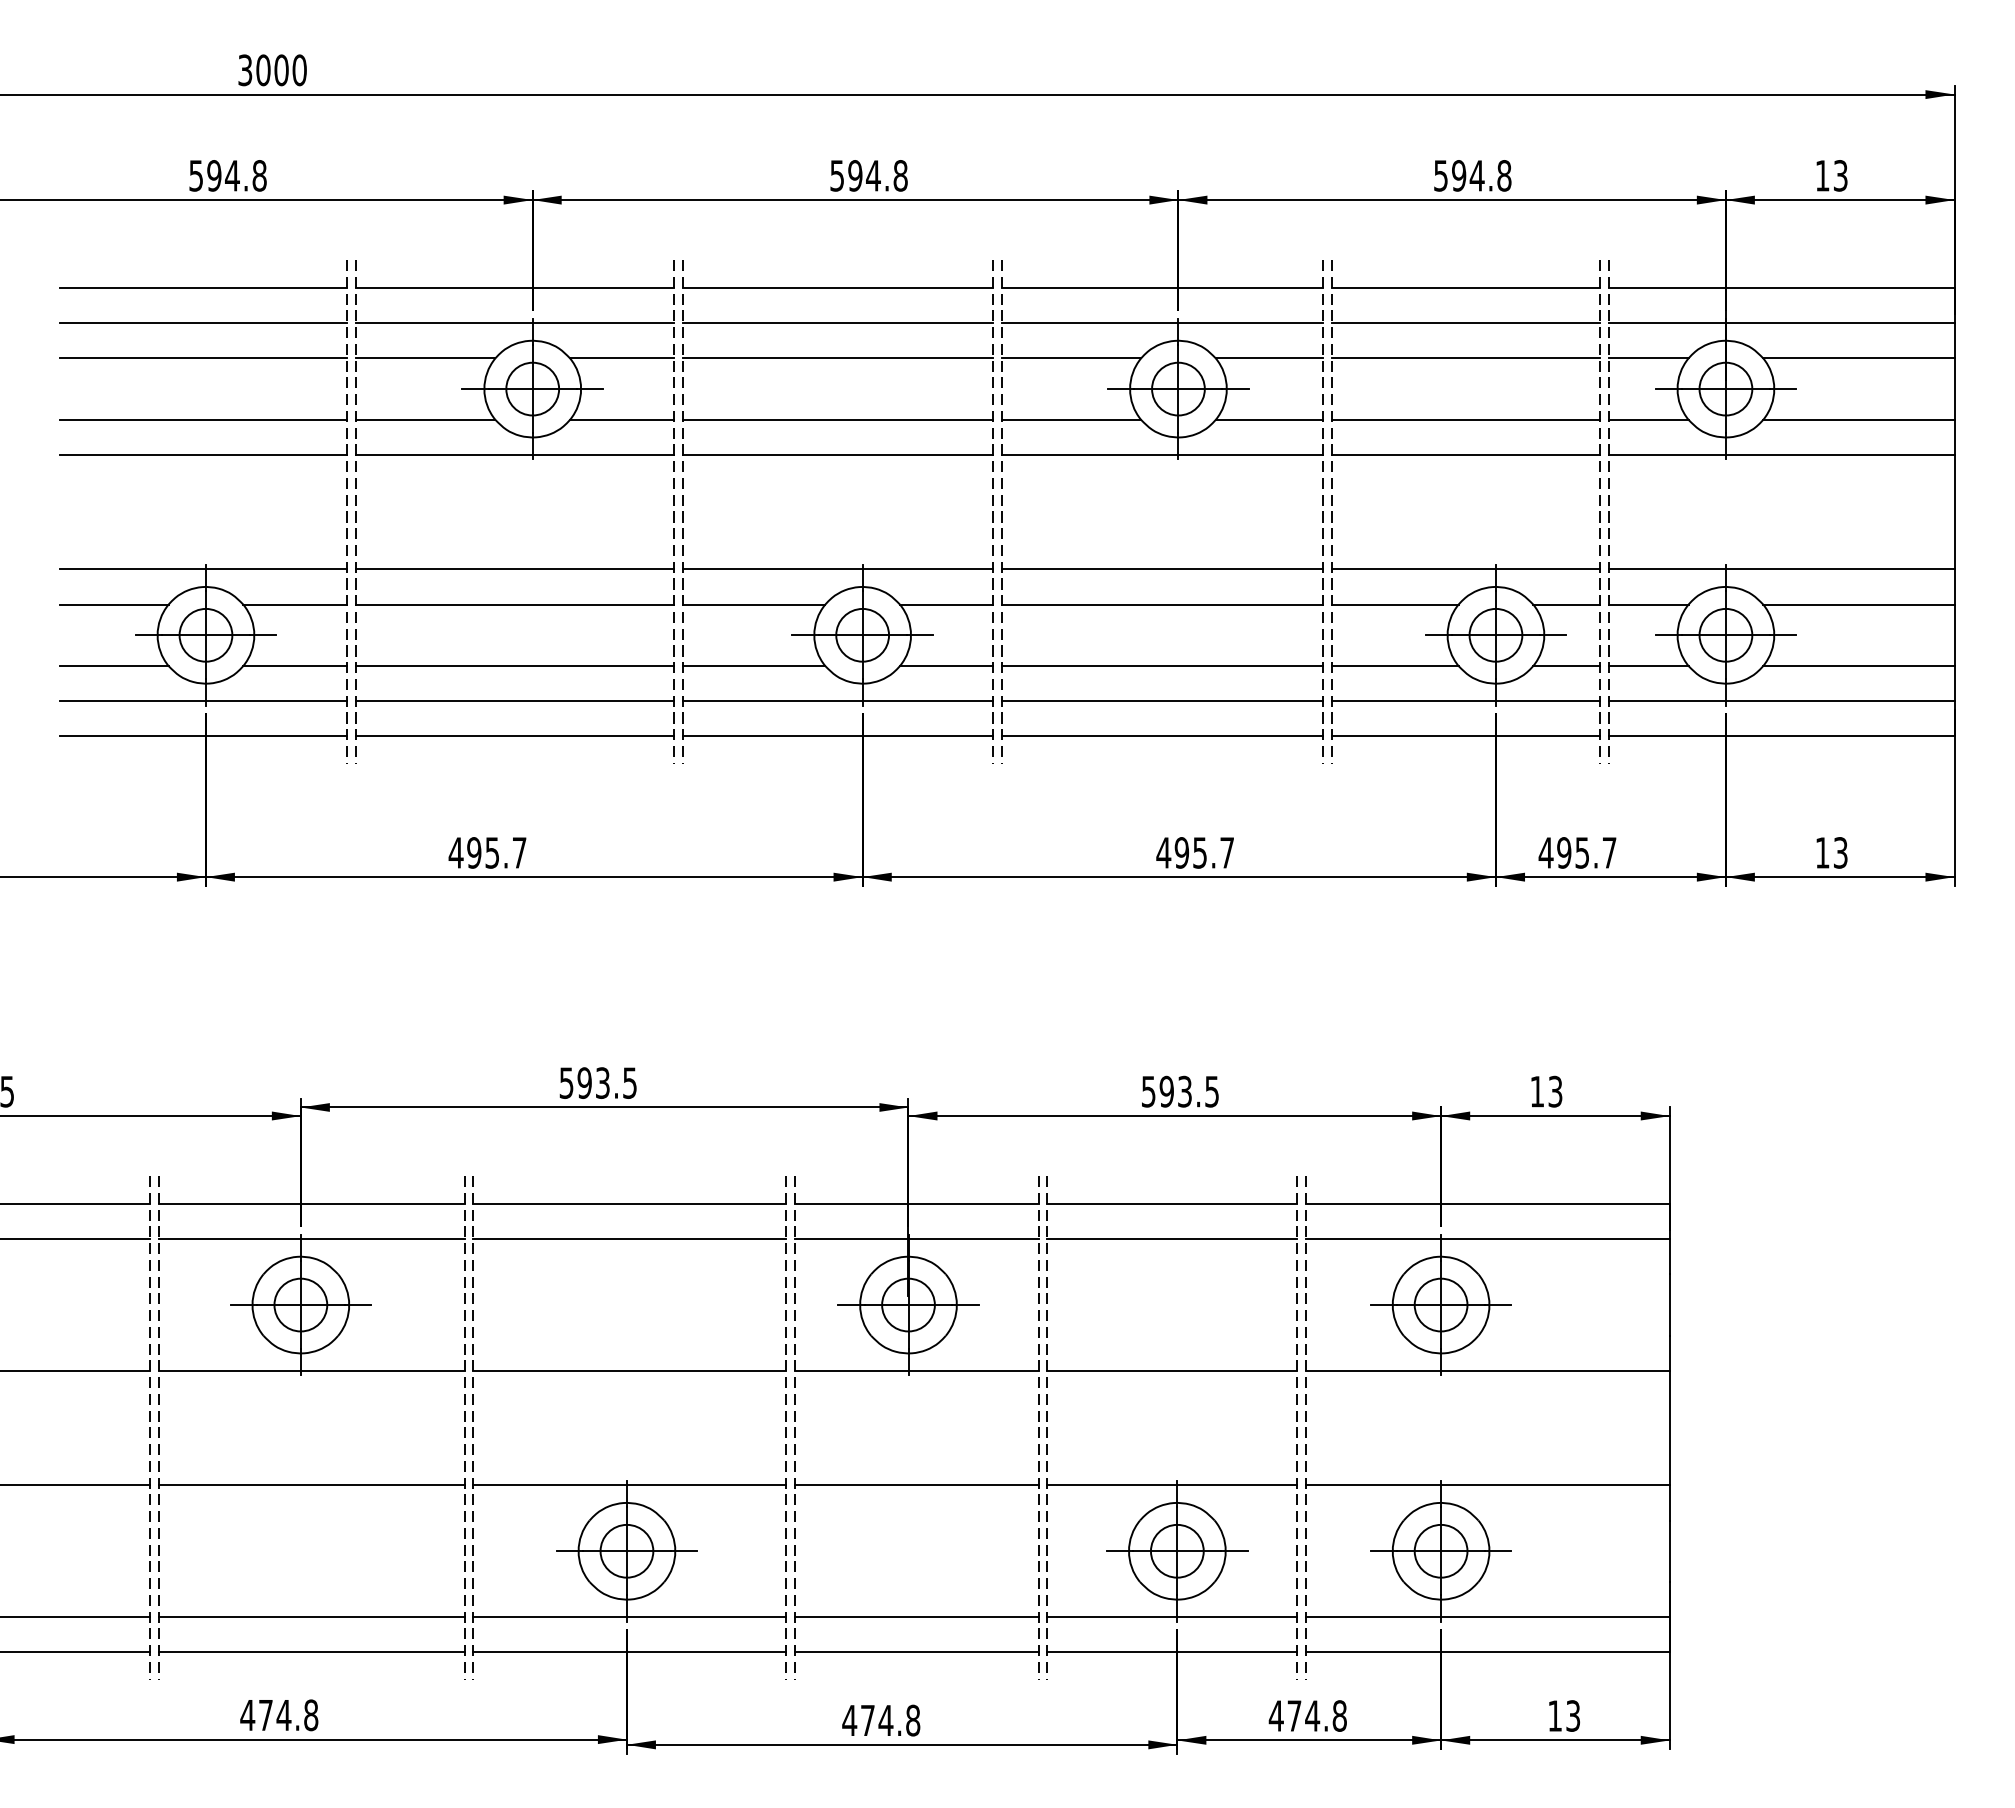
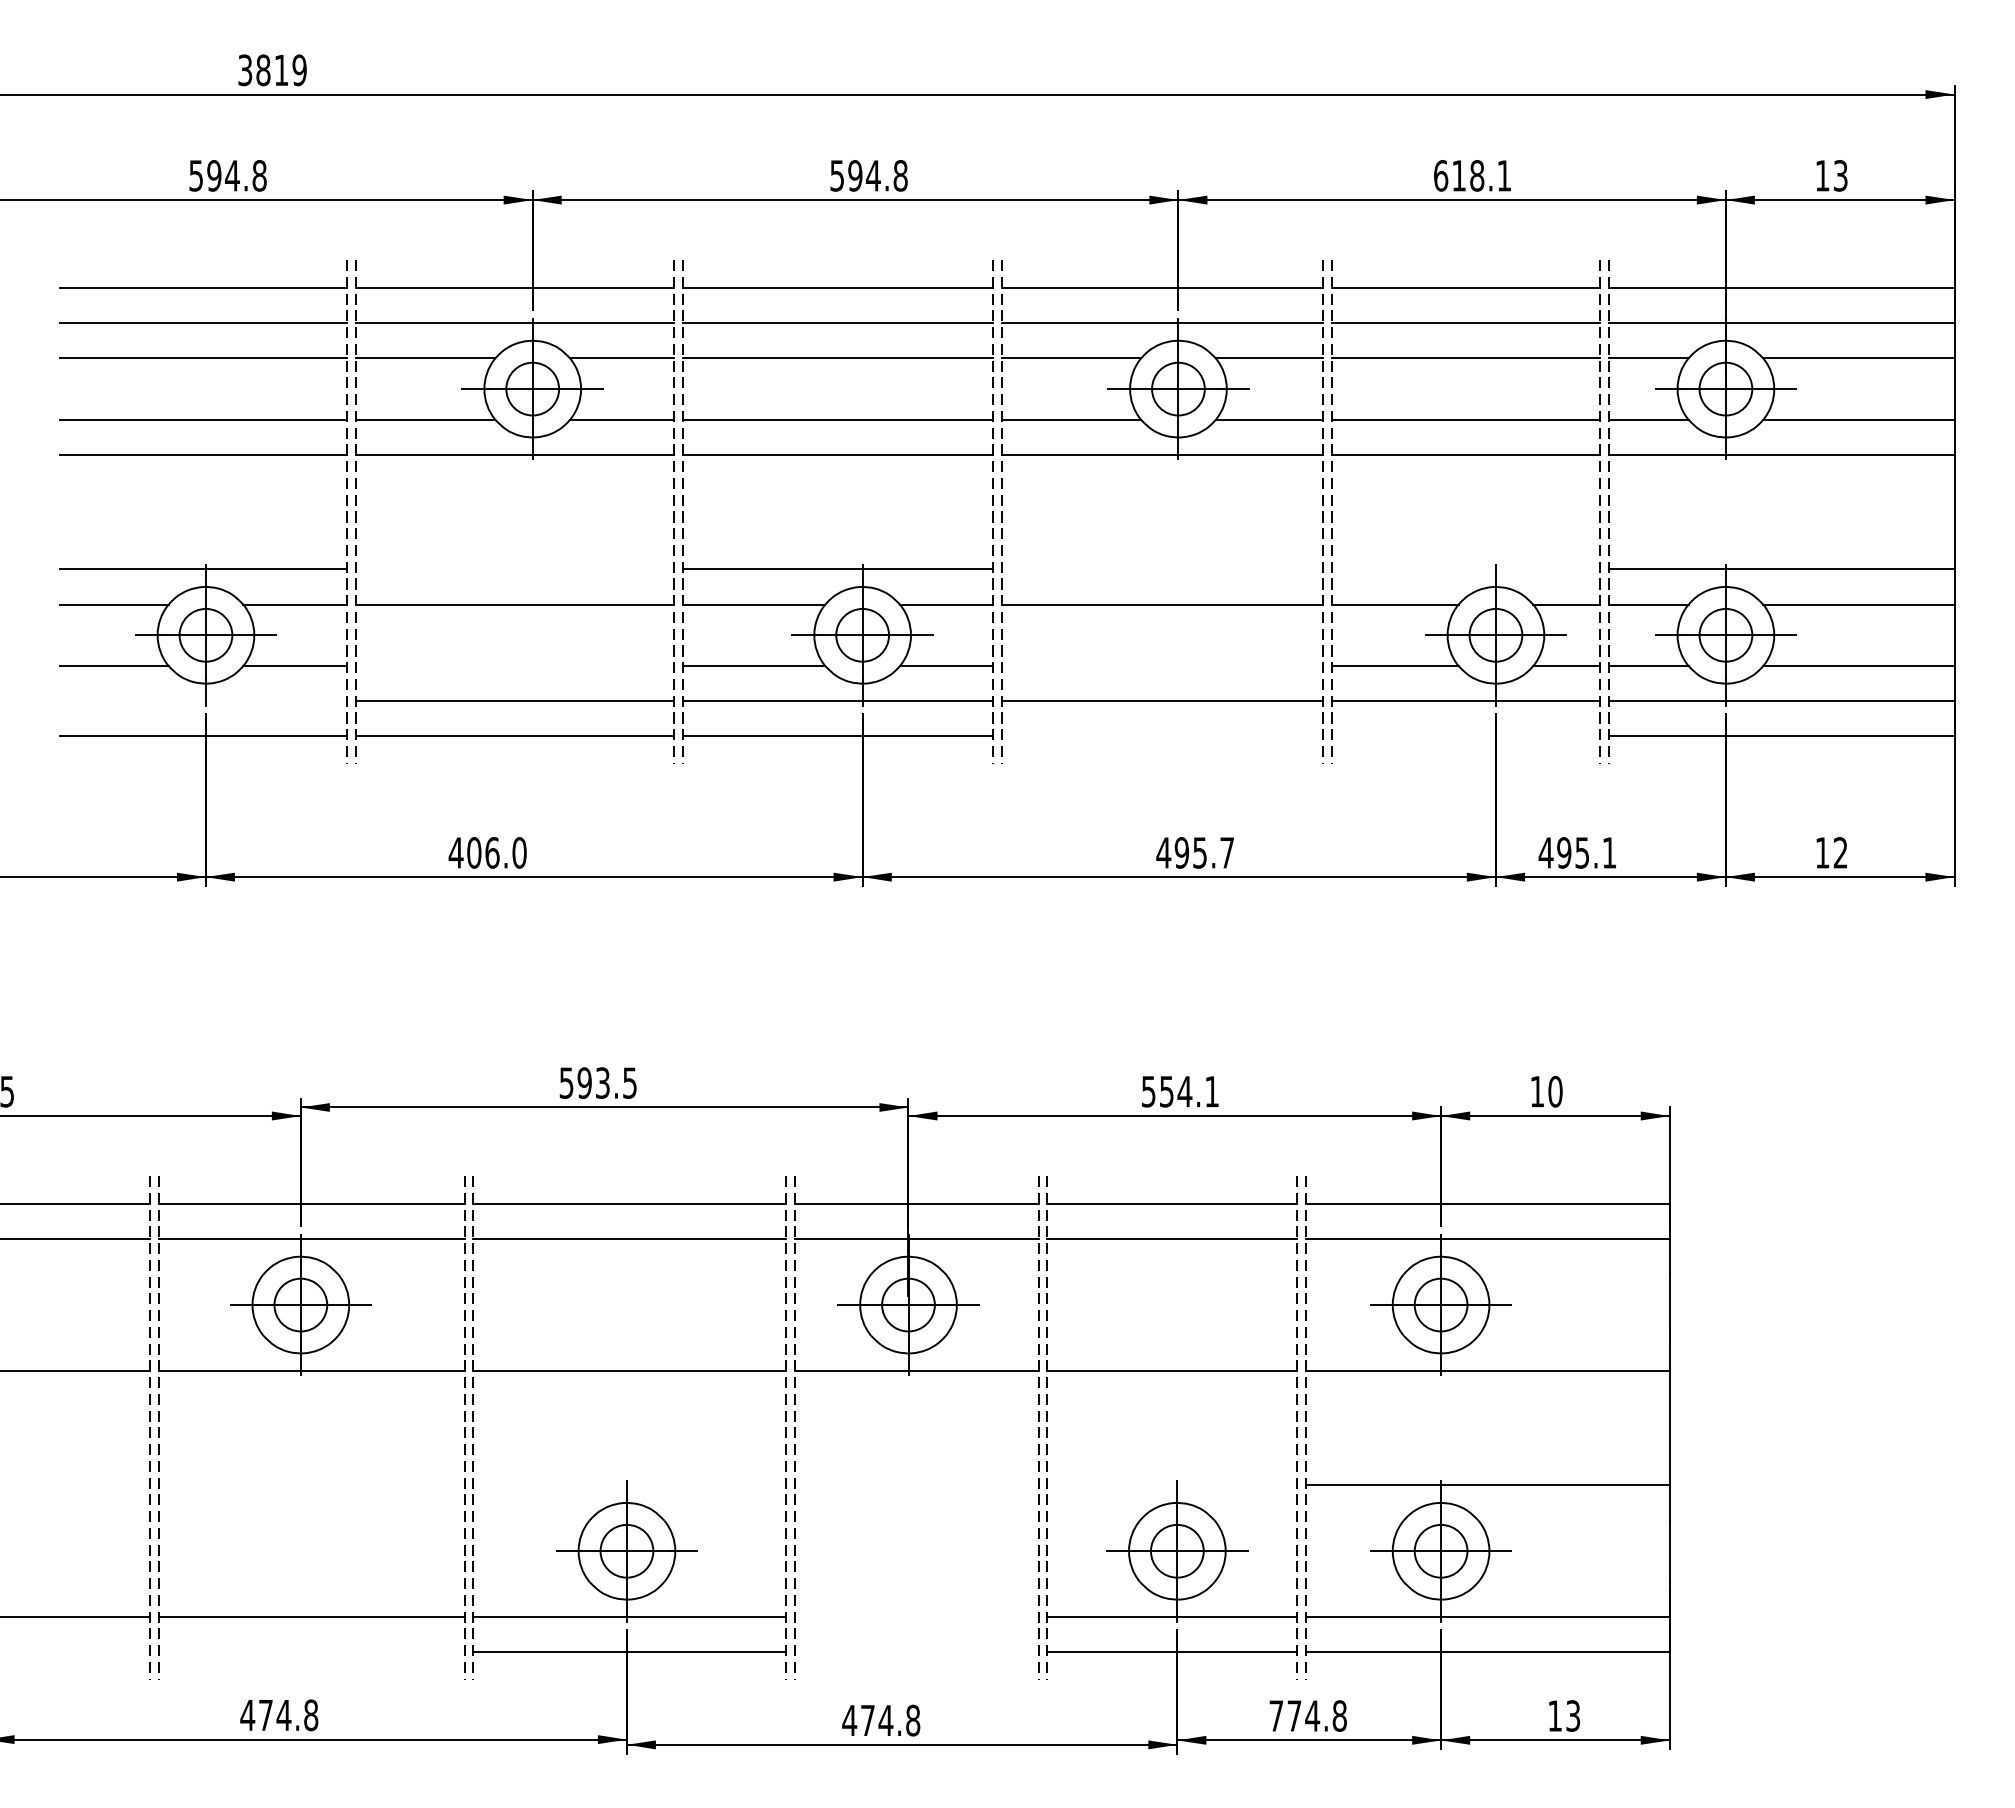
text at (281, 70): 3000 -> 3819
text at (1472, 175): 594.8 -> 618.1
line at (514, 569): present -> none
line at (1162, 569): present -> none
line at (1466, 569): present -> none
line at (514, 666): present -> none
line at (1162, 666): present -> none
line at (203, 701): present -> none
line at (1162, 736): present -> none
line at (1466, 736): present -> none
text at (496, 852): 495.7 -> 406.0
text at (1609, 852): 495.7 -> 495.1
text at (1840, 852): 13 -> 12
text at (1188, 1091): 593.5 -> 554.1
text at (1555, 1091): 13 -> 10
line at (75, 1485): present -> none
line at (311, 1485): present -> none
line at (629, 1485): present -> none
line at (916, 1485): present -> none
line at (1172, 1485): present -> none
line at (916, 1617): present -> none
line at (75, 1652): present -> none
line at (311, 1652): present -> none
line at (916, 1652): present -> none
text at (1275, 1715): 474.8 -> 774.8
